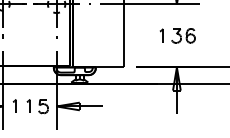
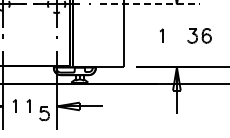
line at (150, 4): solid -> dashed
part at (183, 35) position: (183, 35) -> (199, 35)
part at (43, 106) position: (43, 106) -> (44, 113)
